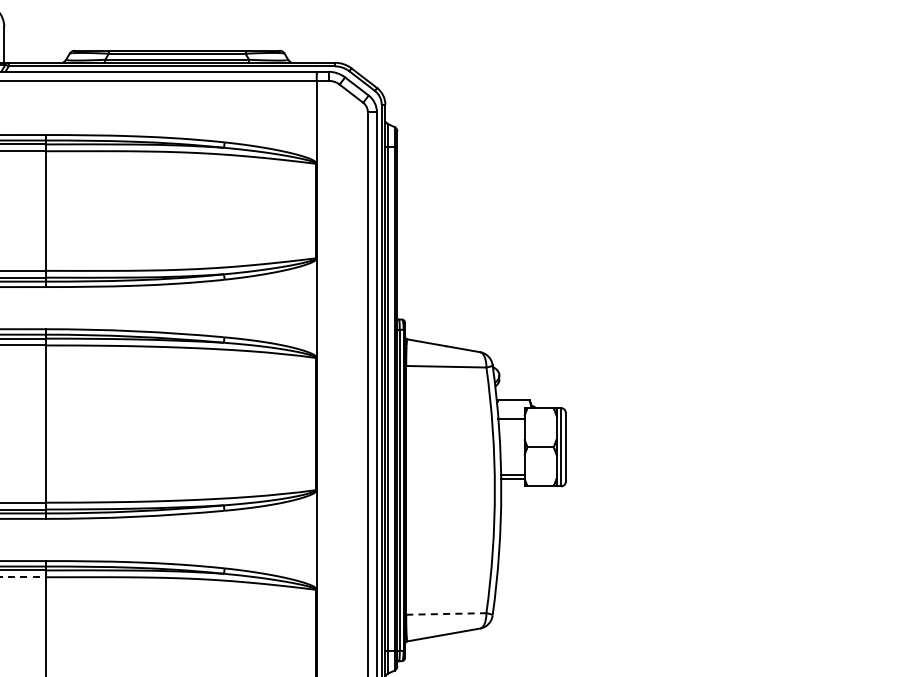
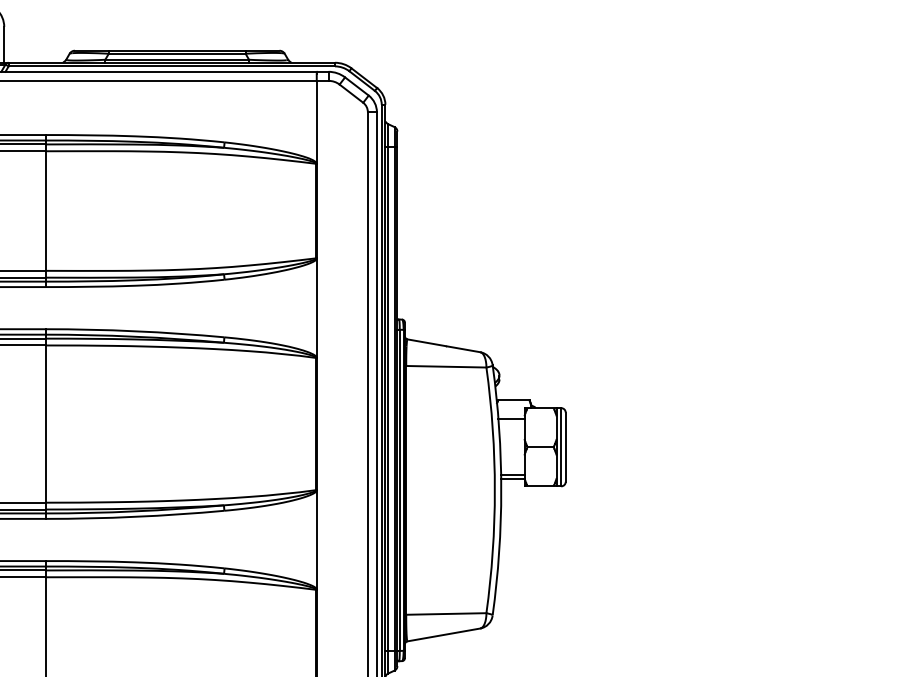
line at (23, 577): dashed -> solid
line at (446, 613): dashed -> solid
